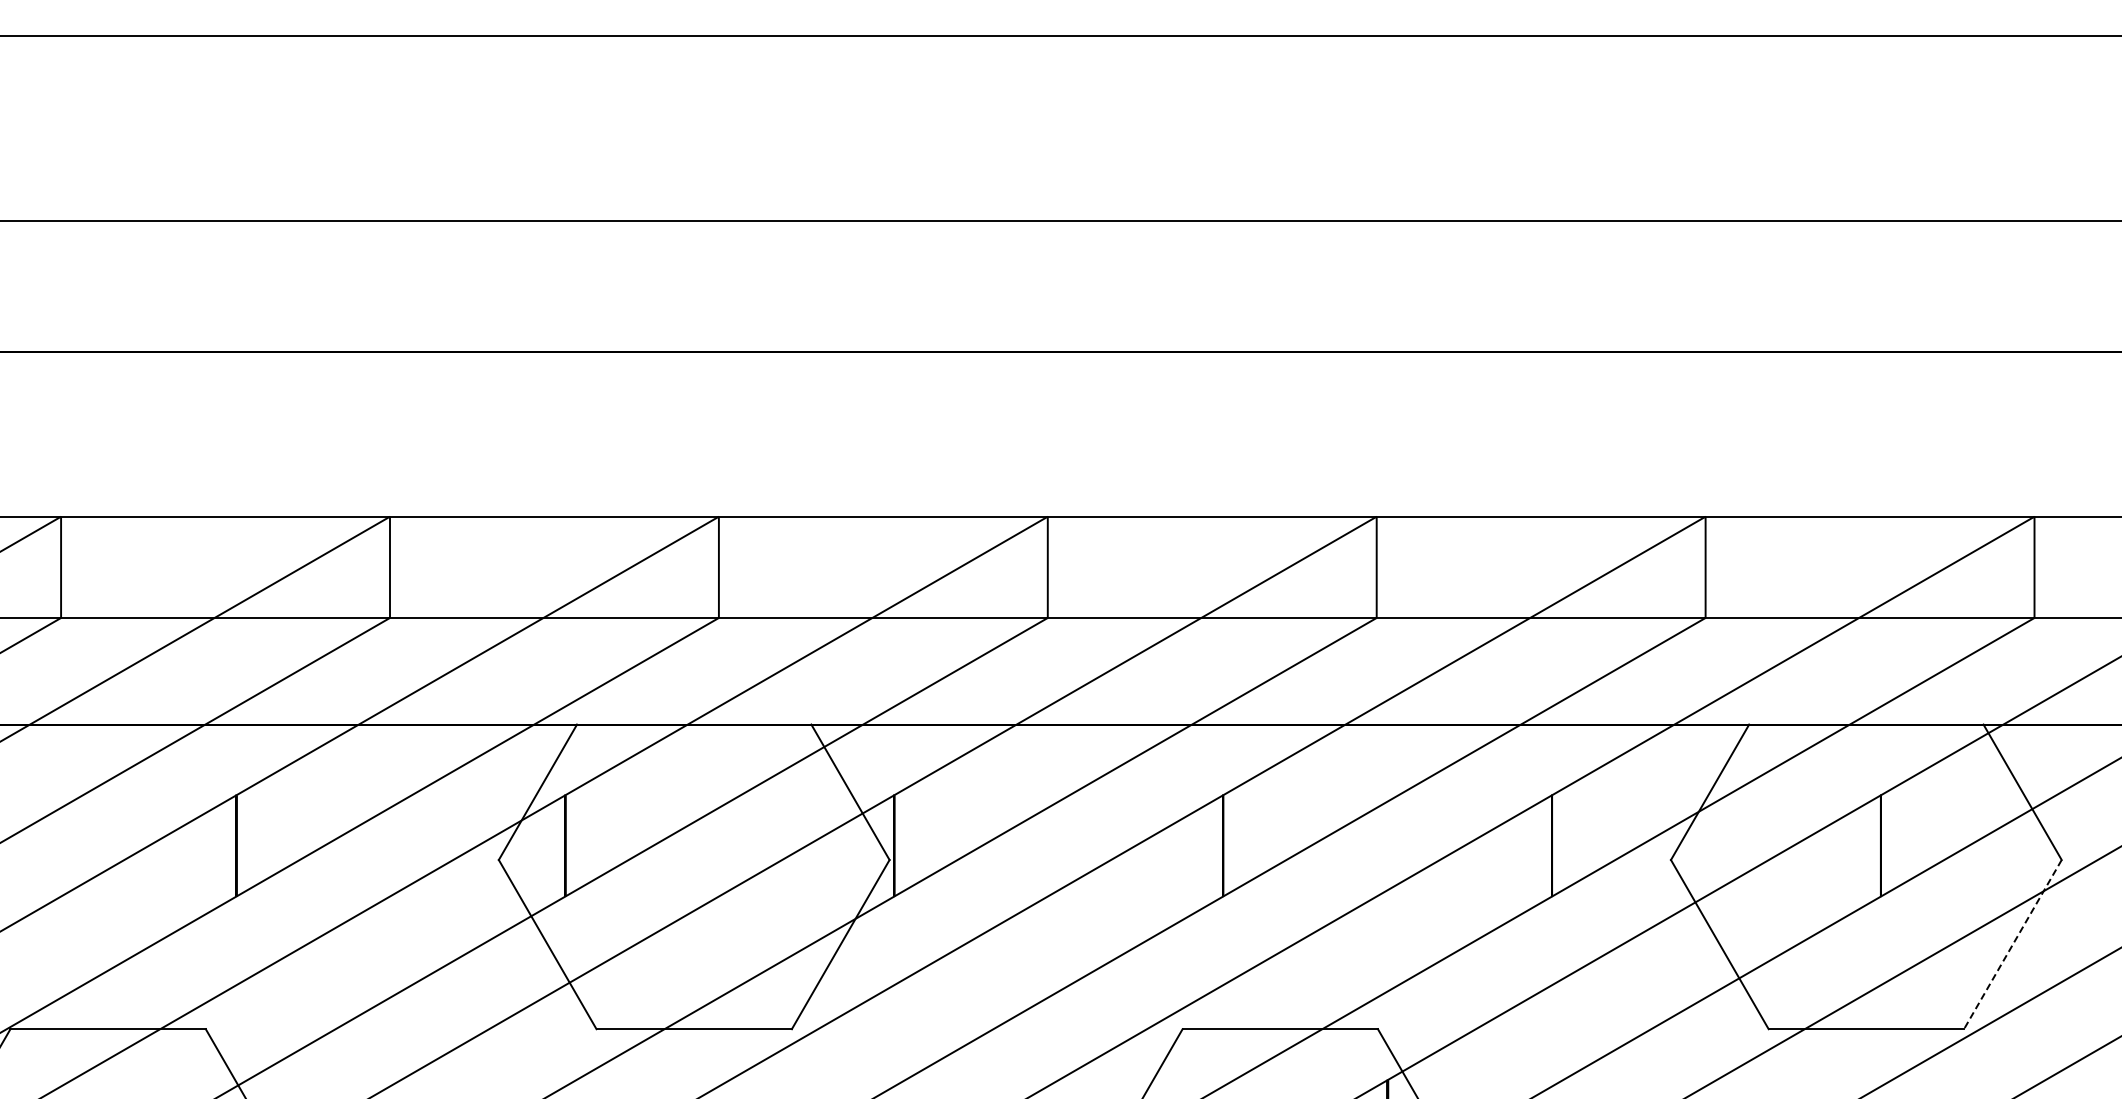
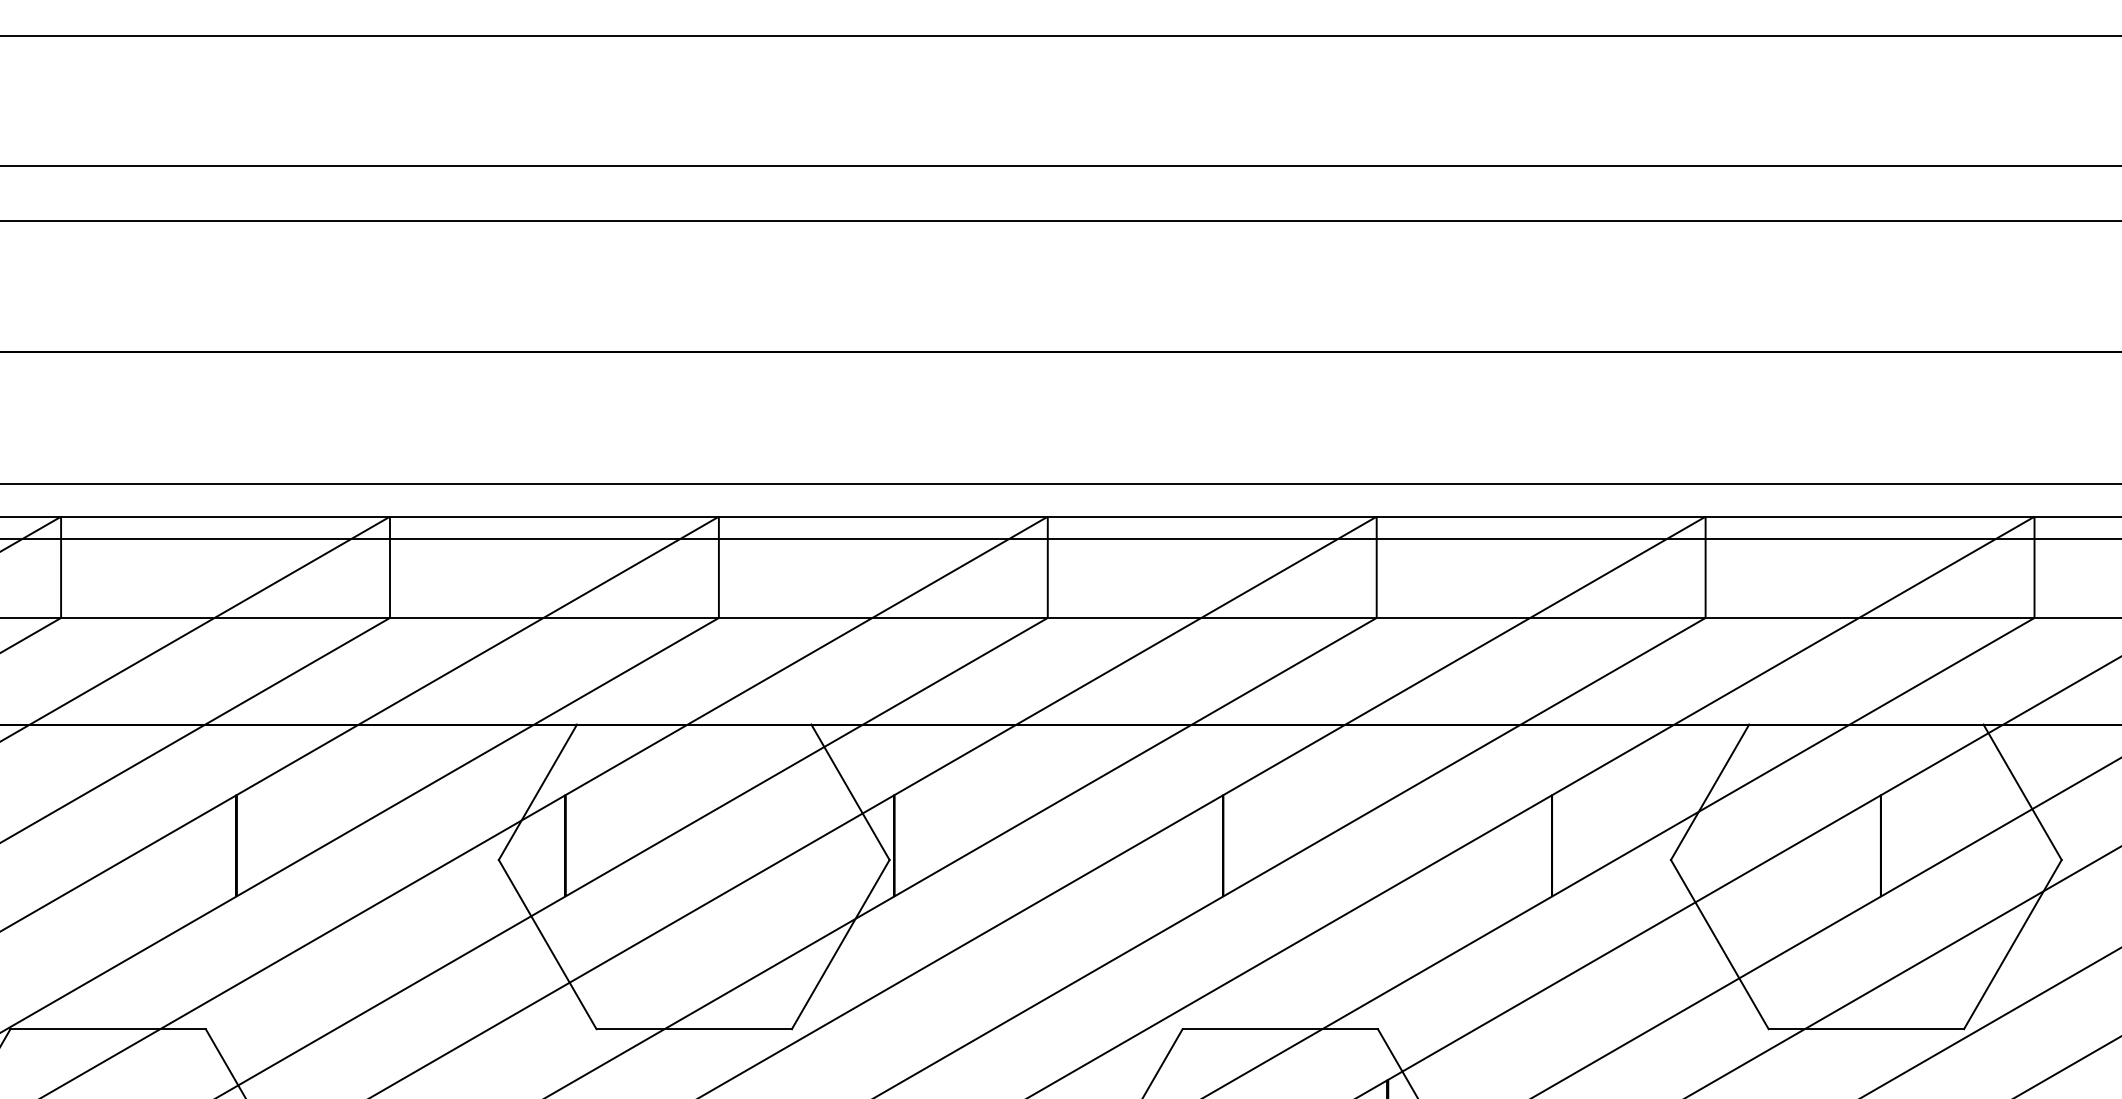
line at (1060, 166): none -> present
line at (1060, 484): none -> present
line at (1060, 538): none -> present
line at (2012, 944): dashed -> solid
